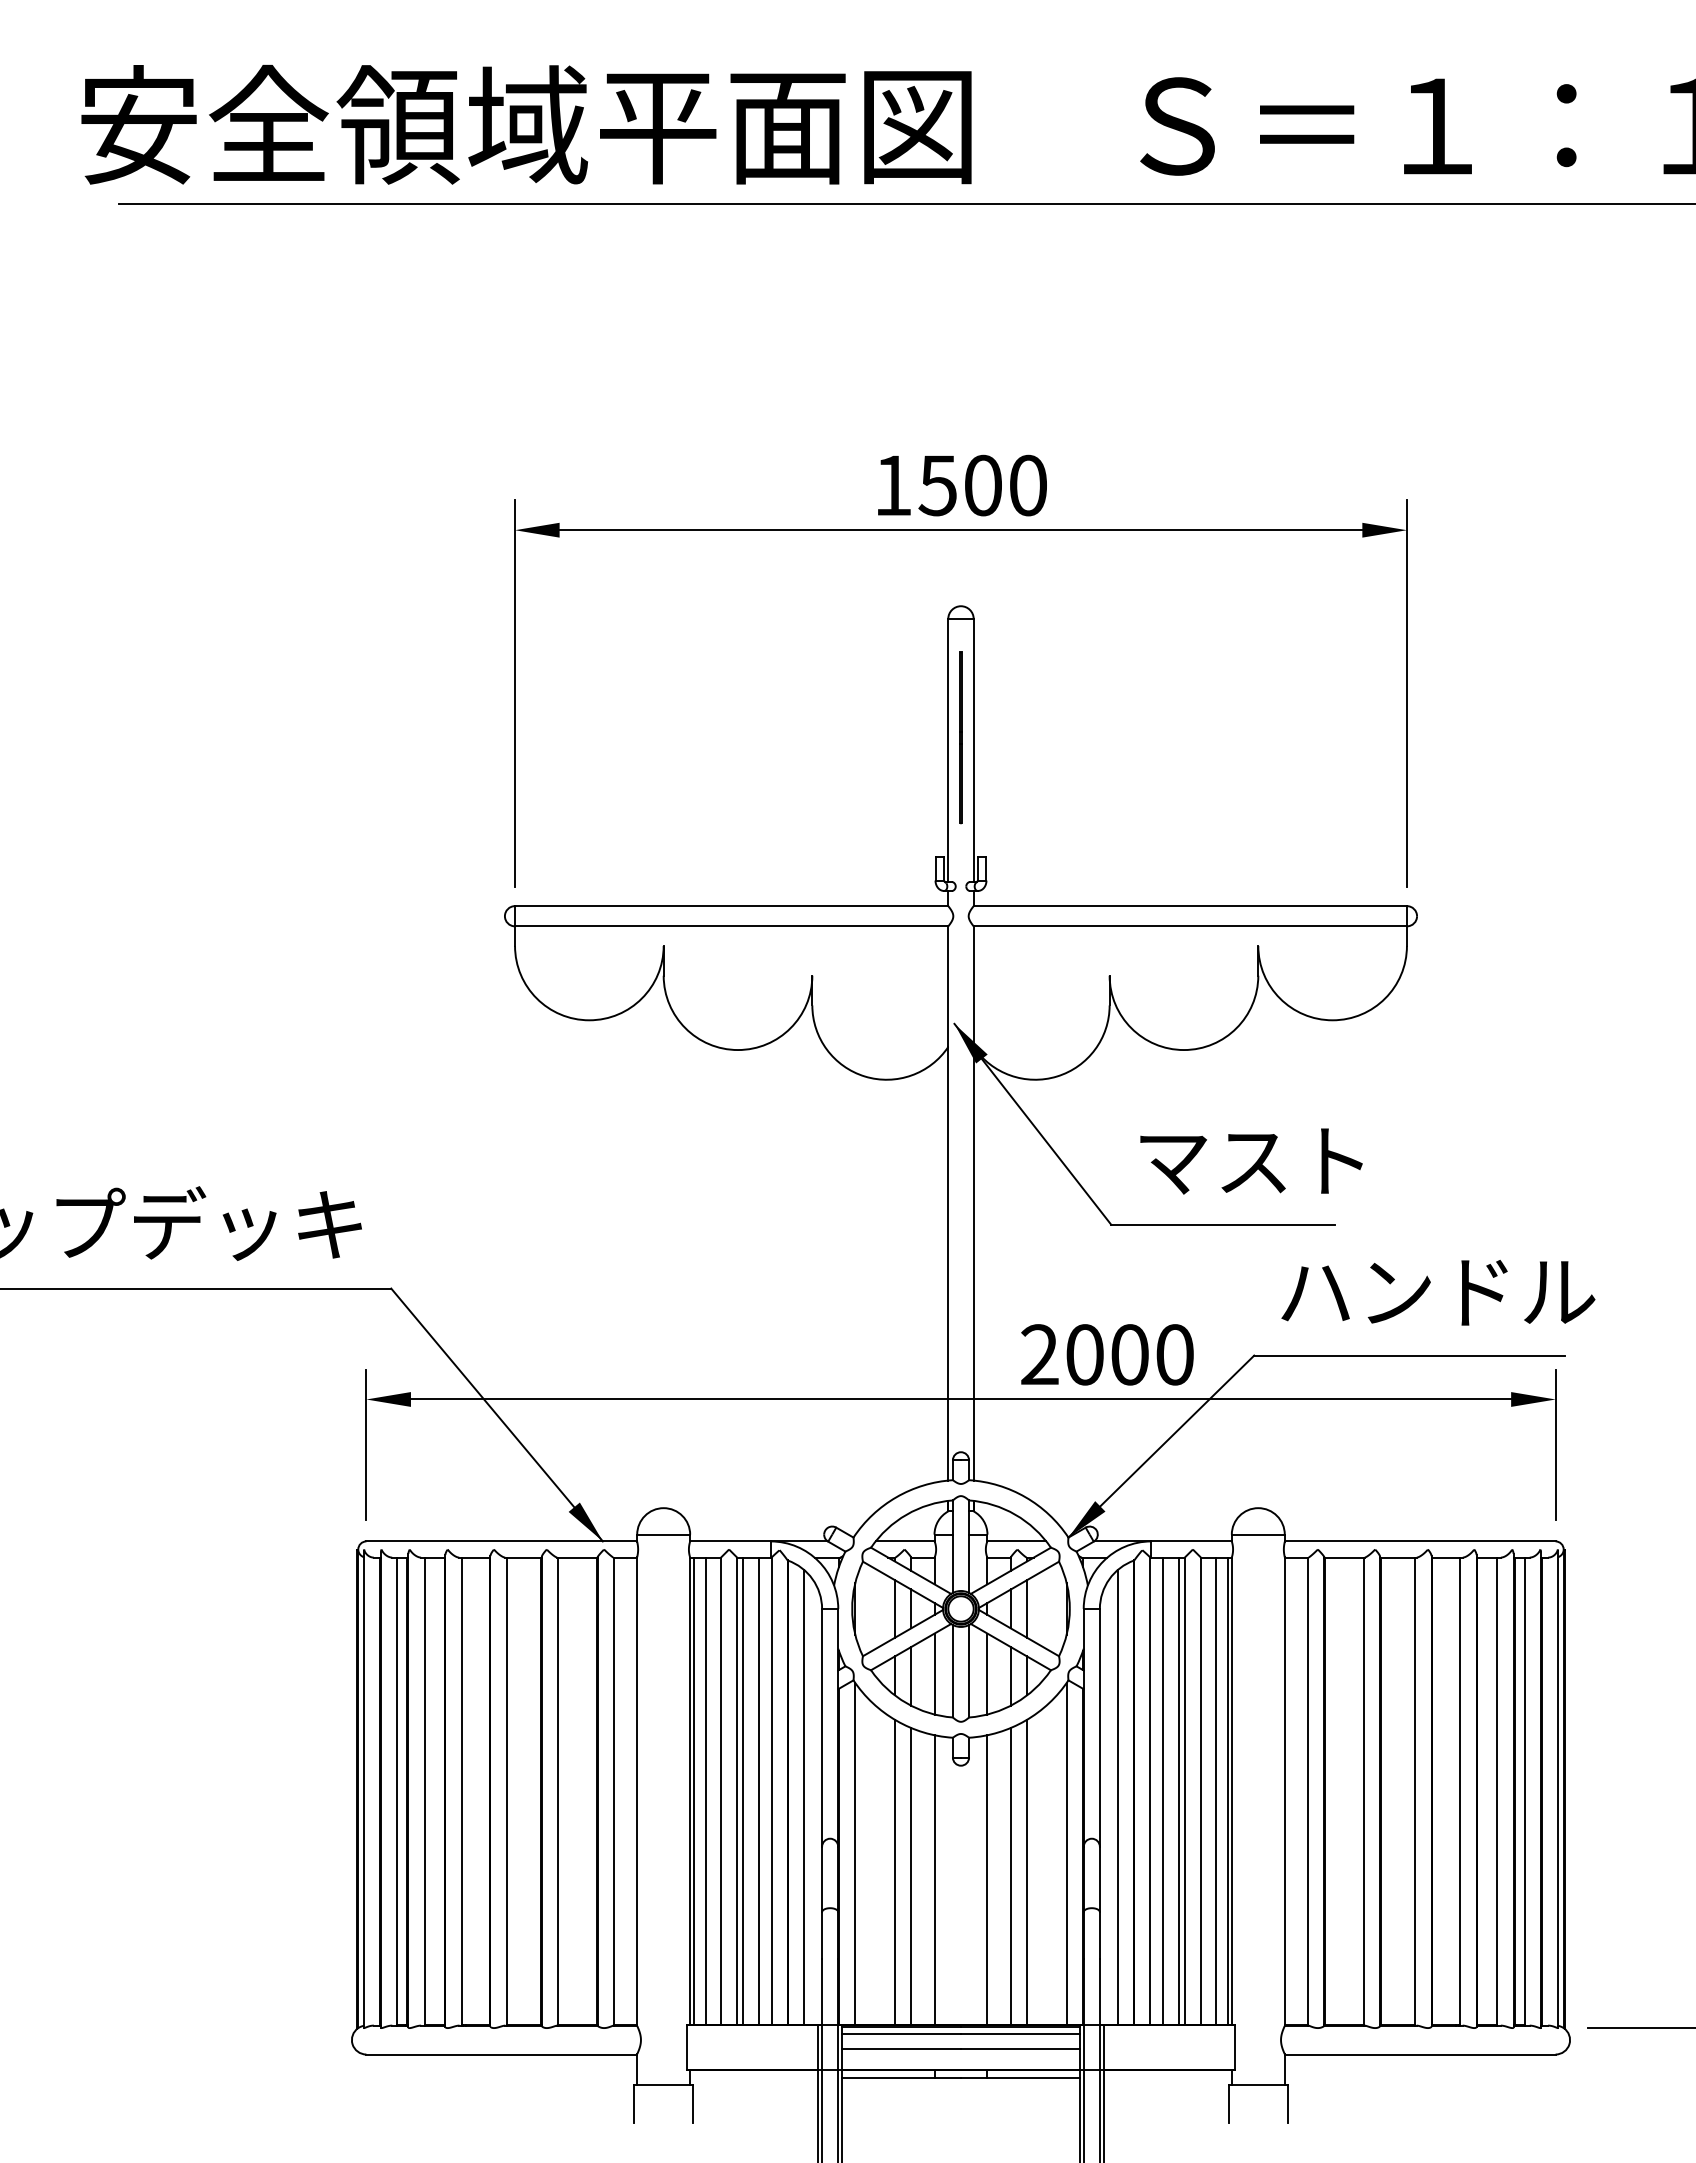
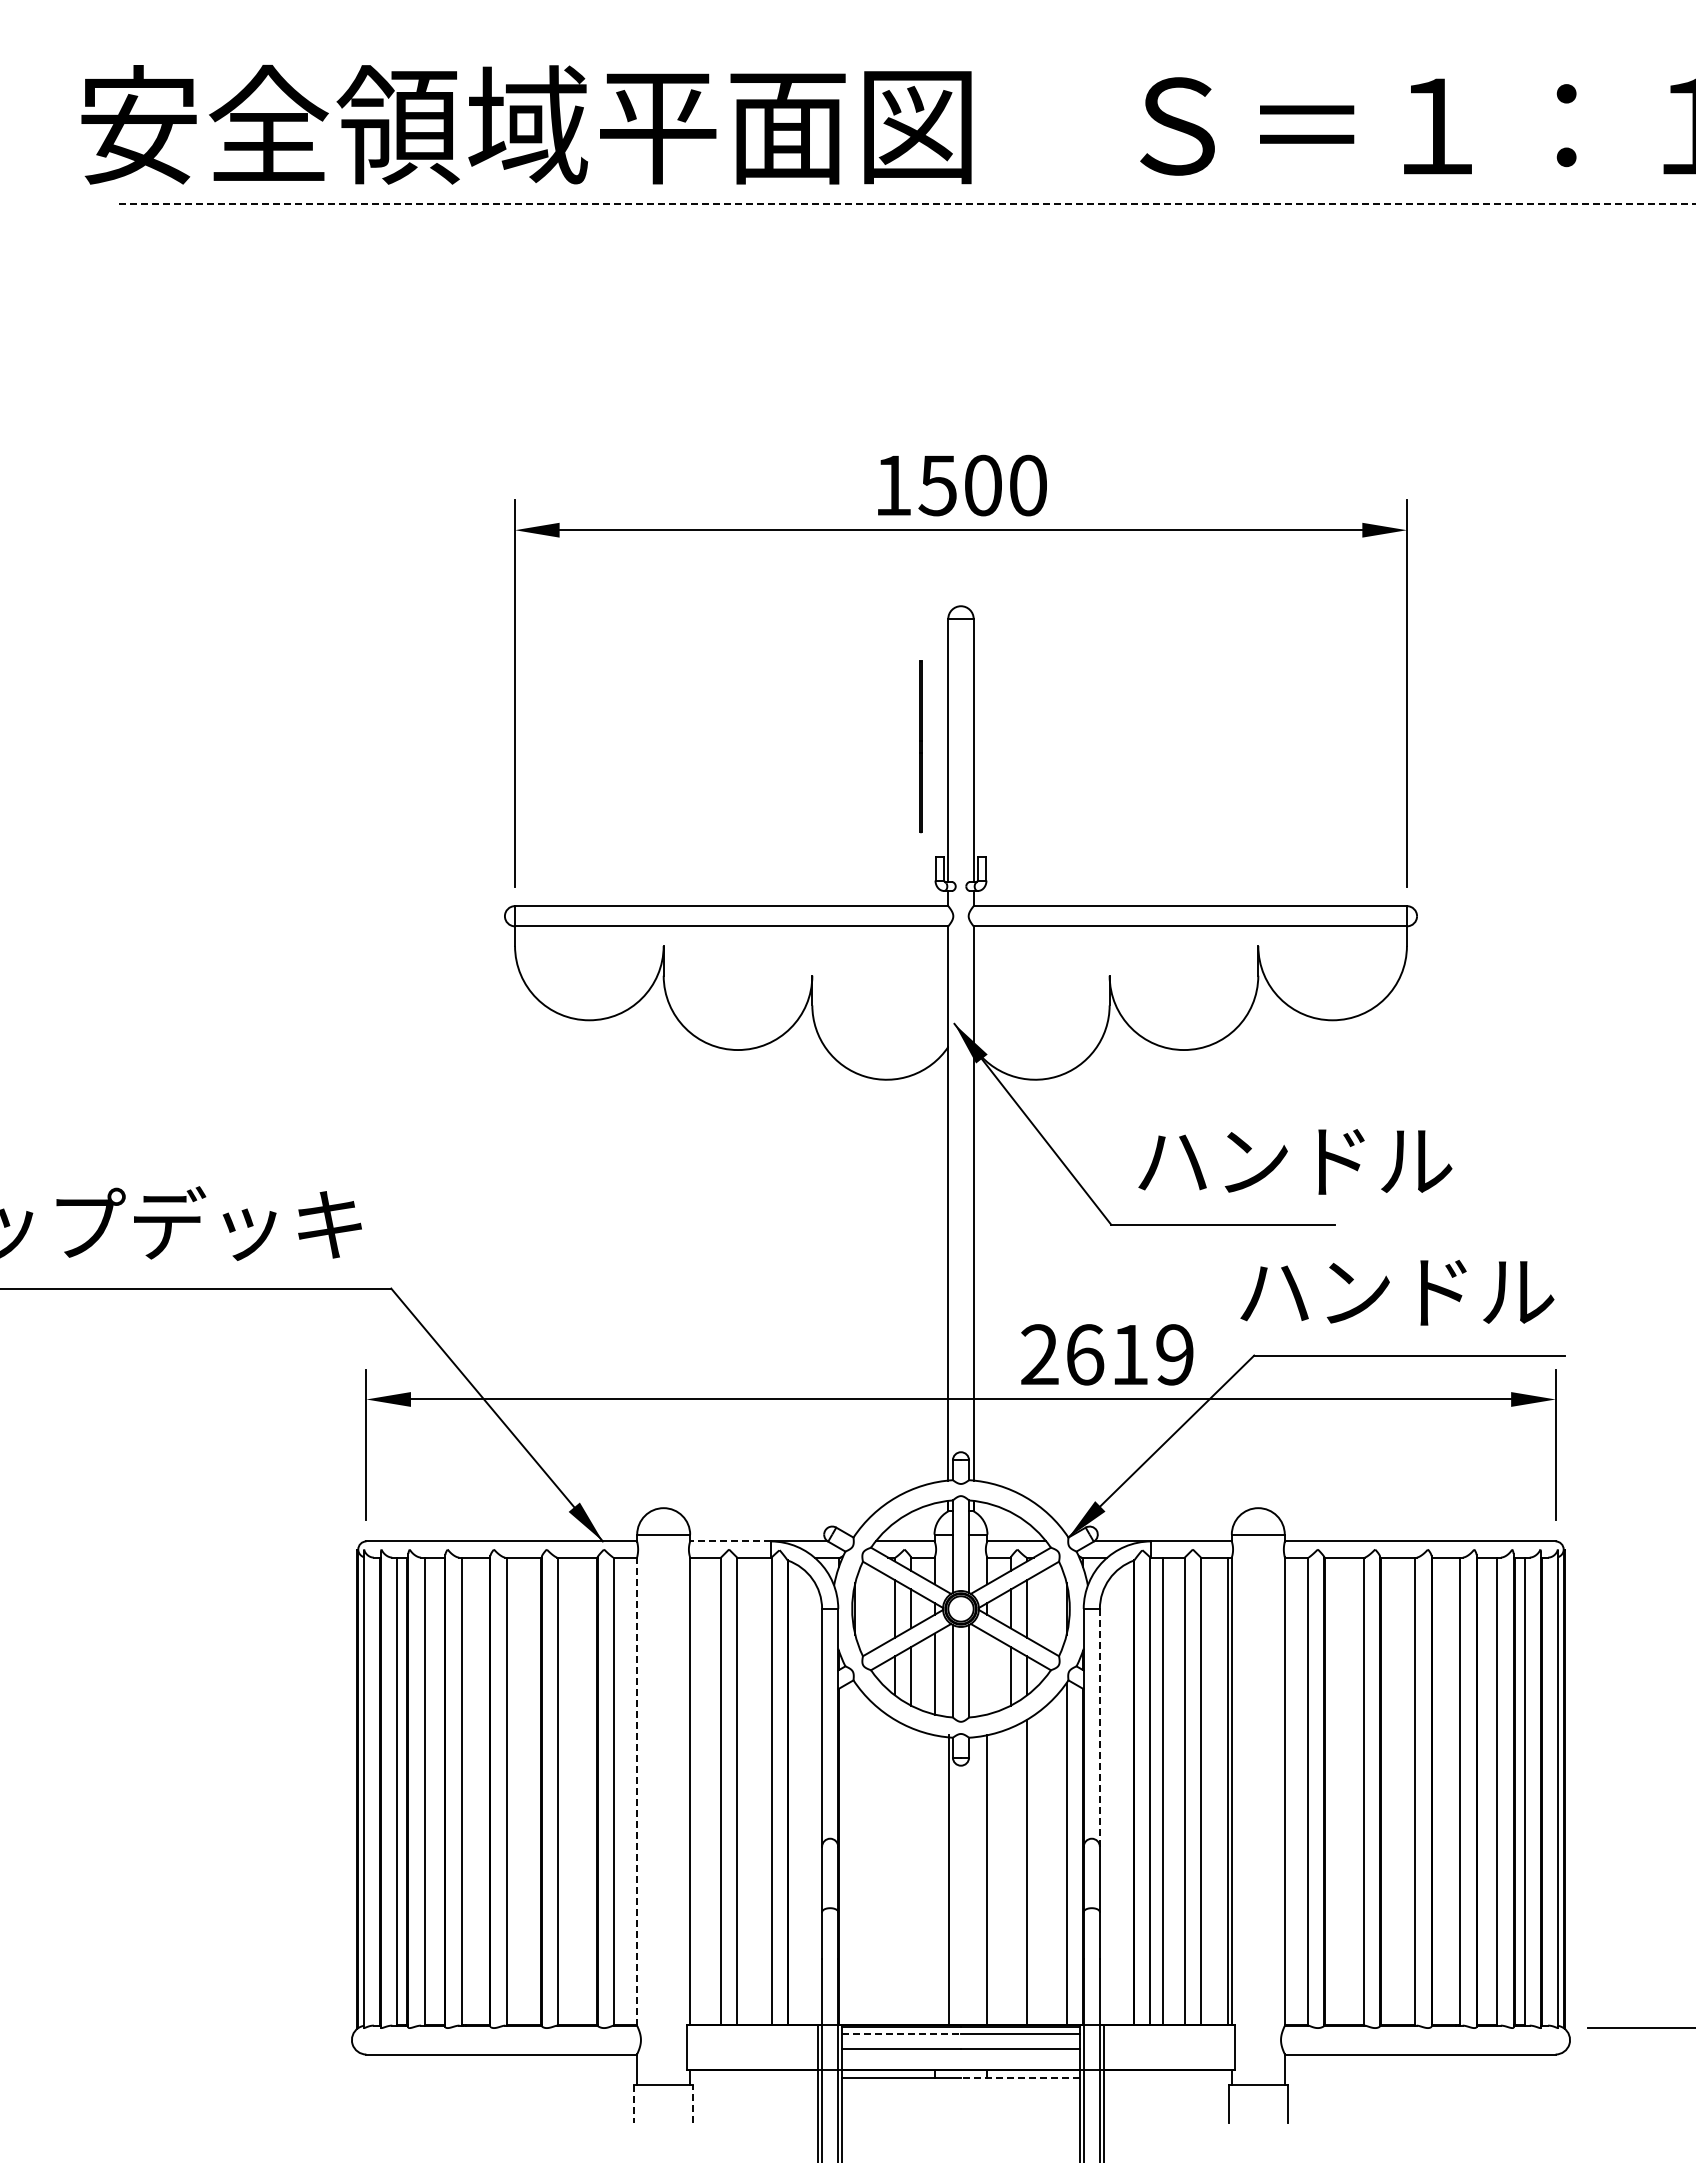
line at (907, 203): solid -> dashed
line at (960, 737) position: (960, 737) -> (920, 746)
text at (1295, 1161): マスト -> ハンドル
text at (1438, 1292) position: (1438, 1292) -> (1397, 1292)
text at (1129, 1354): 2000 -> 2619
line at (729, 1541): solid -> dashed
line at (987, 1673): present -> none
line at (1099, 1727): solid -> dashed
line at (694, 1791): present -> none
line at (705, 1791): present -> none
line at (742, 1791): present -> none
line at (758, 1791): present -> none
line at (1179, 1791): present -> none
line at (1216, 1791): present -> none
line at (637, 1792): solid -> dashed
line at (803, 1797): present -> none
line at (1118, 1797): present -> none
line at (855, 1853): present -> none
line at (894, 1872): present -> none
line at (911, 1876): present -> none
line at (1010, 1876): present -> none
line at (934, 1880) position: (934, 1880) -> (948, 1880)
line at (902, 2034): solid -> dashed
line at (1019, 2078): solid -> dashed
line at (693, 2103): solid -> dashed
line at (634, 2104): solid -> dashed
